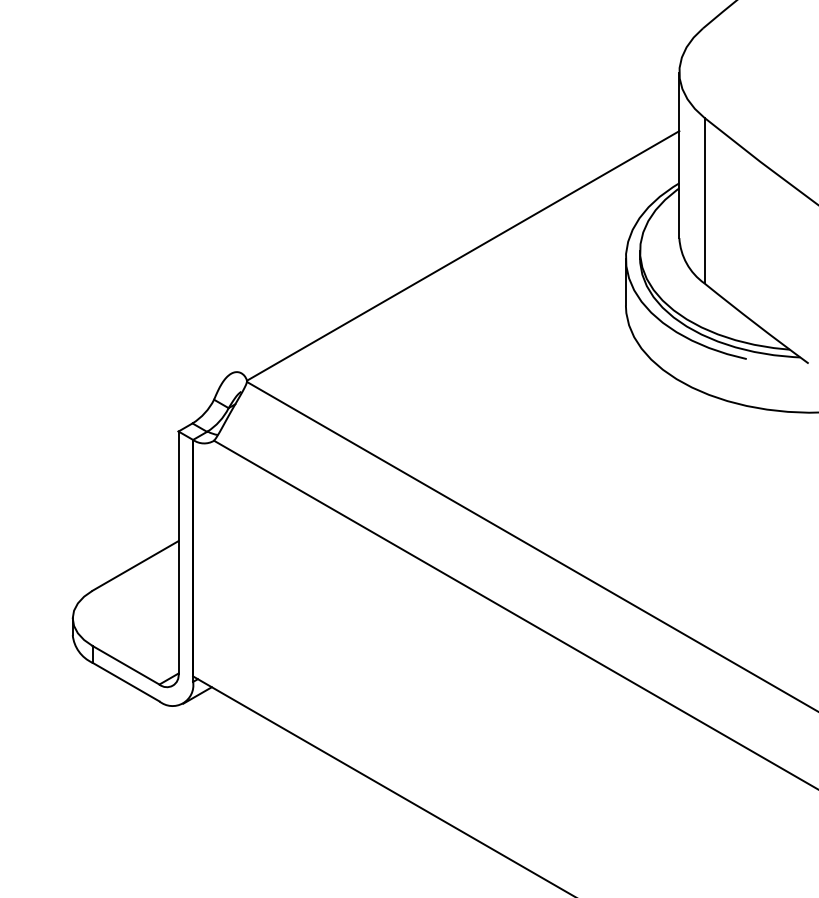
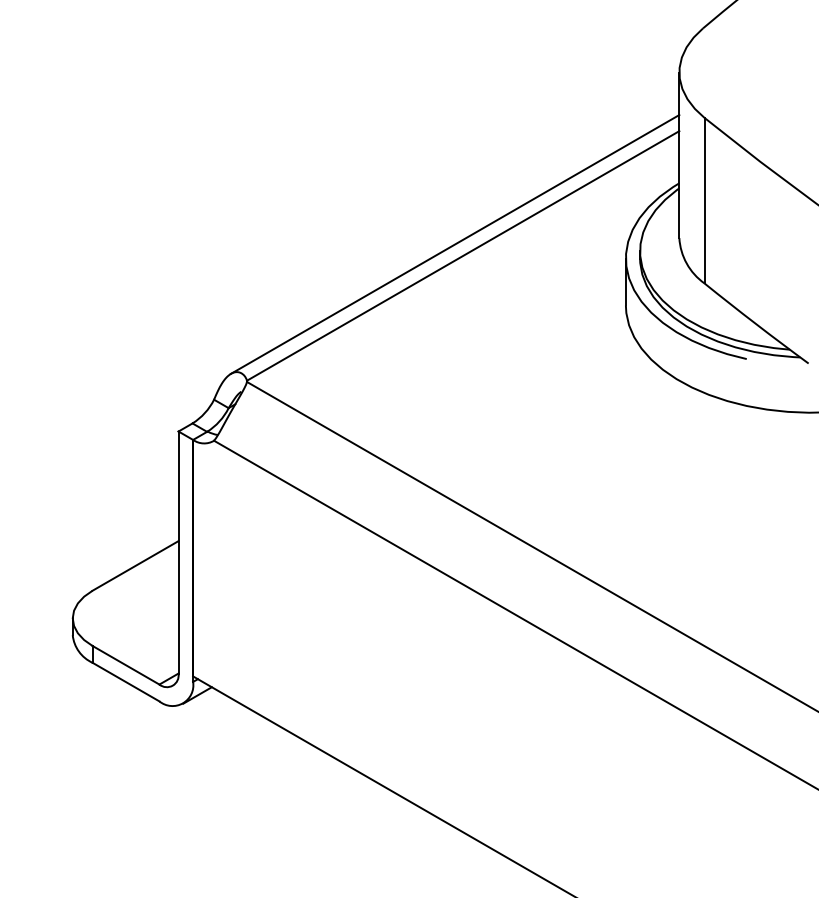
line at (454, 244): none -> present
